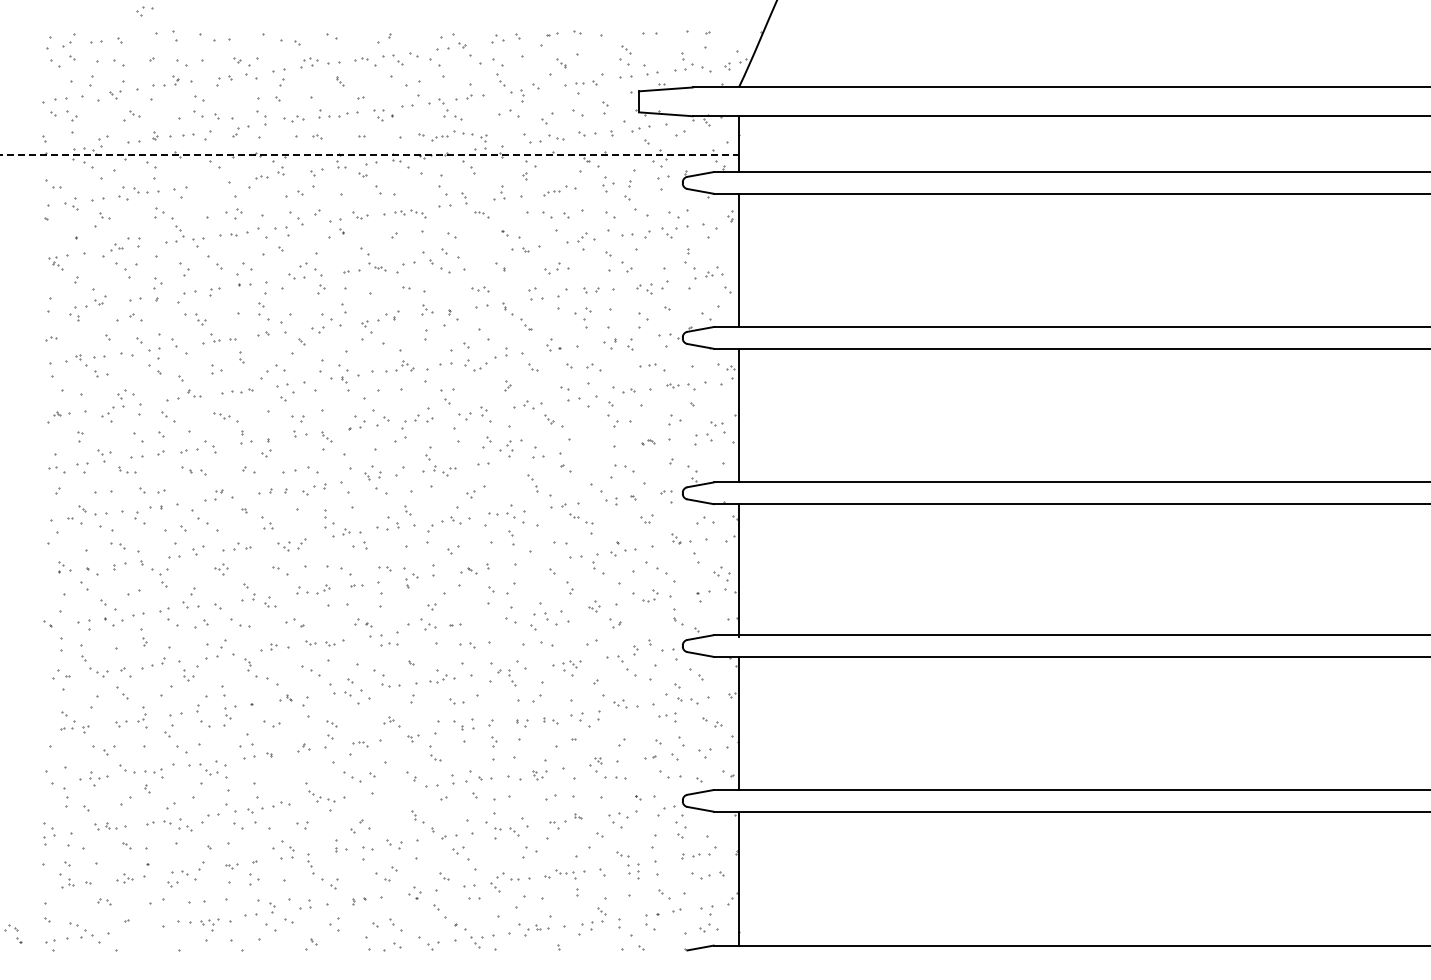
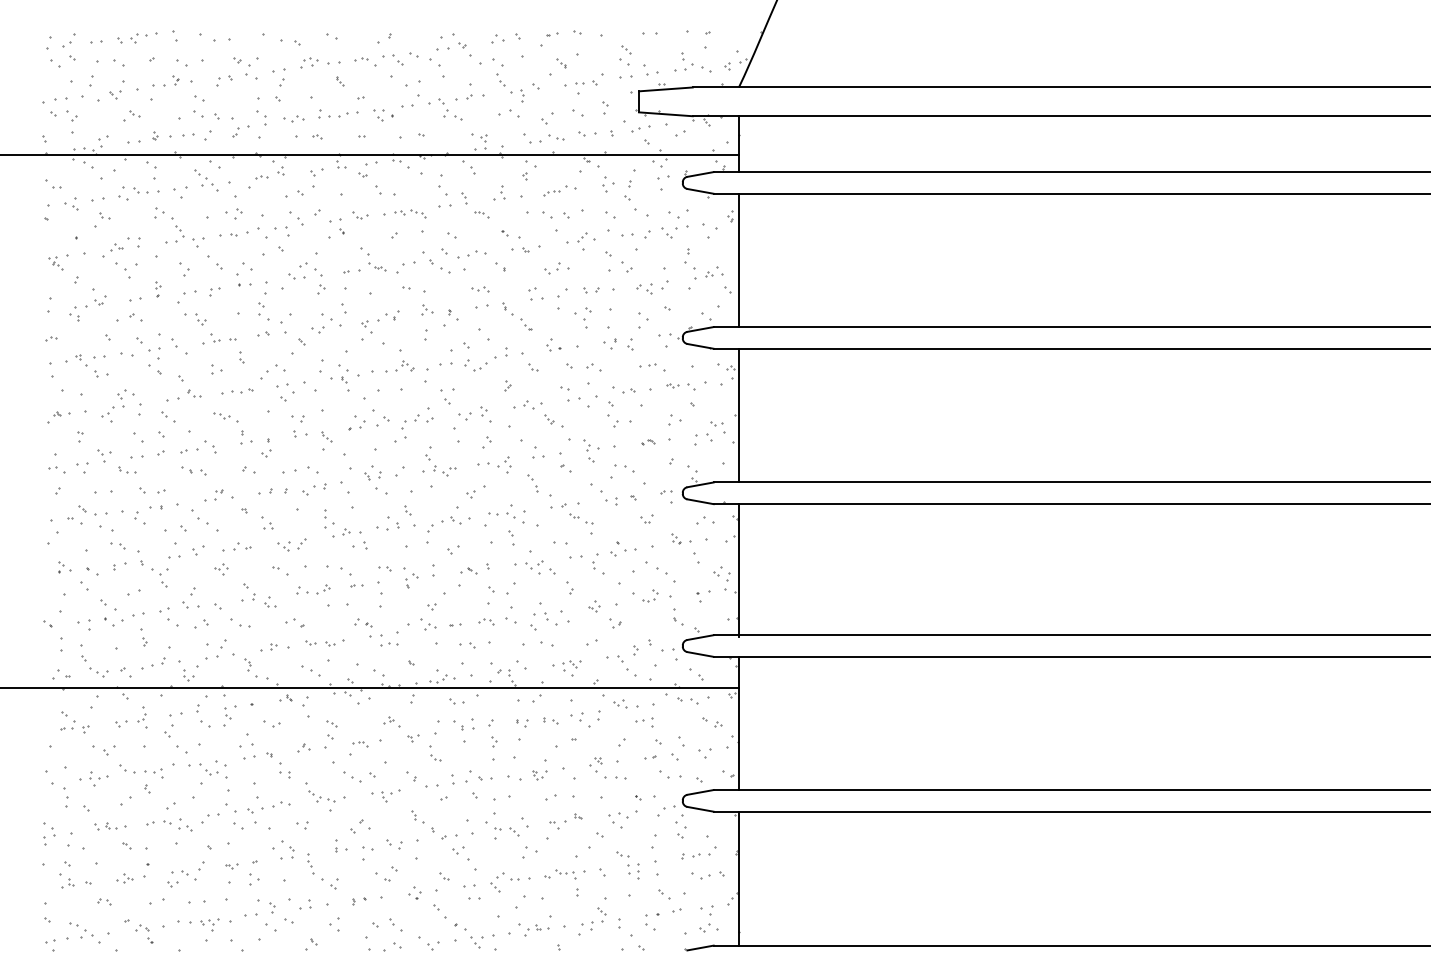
part at (144, 11) position: (144, 11) -> (138, 38)
part at (447, 135): present -> none
line at (369, 155): dashed -> solid
part at (206, 180): none -> present
part at (476, 253): none -> present
part at (157, 289) size: 10x25 px -> 7x17 px
part at (506, 448) position: (506, 448) -> (504, 464)
part at (591, 450): none -> present
part at (534, 567): none -> present
part at (486, 621): none -> present
line at (370, 687): none -> present
part at (667, 717) position: (667, 717) -> (644, 722)
part at (284, 770): none -> present
part at (390, 795): none -> present
part at (13, 933) position: (13, 933) -> (144, 933)
